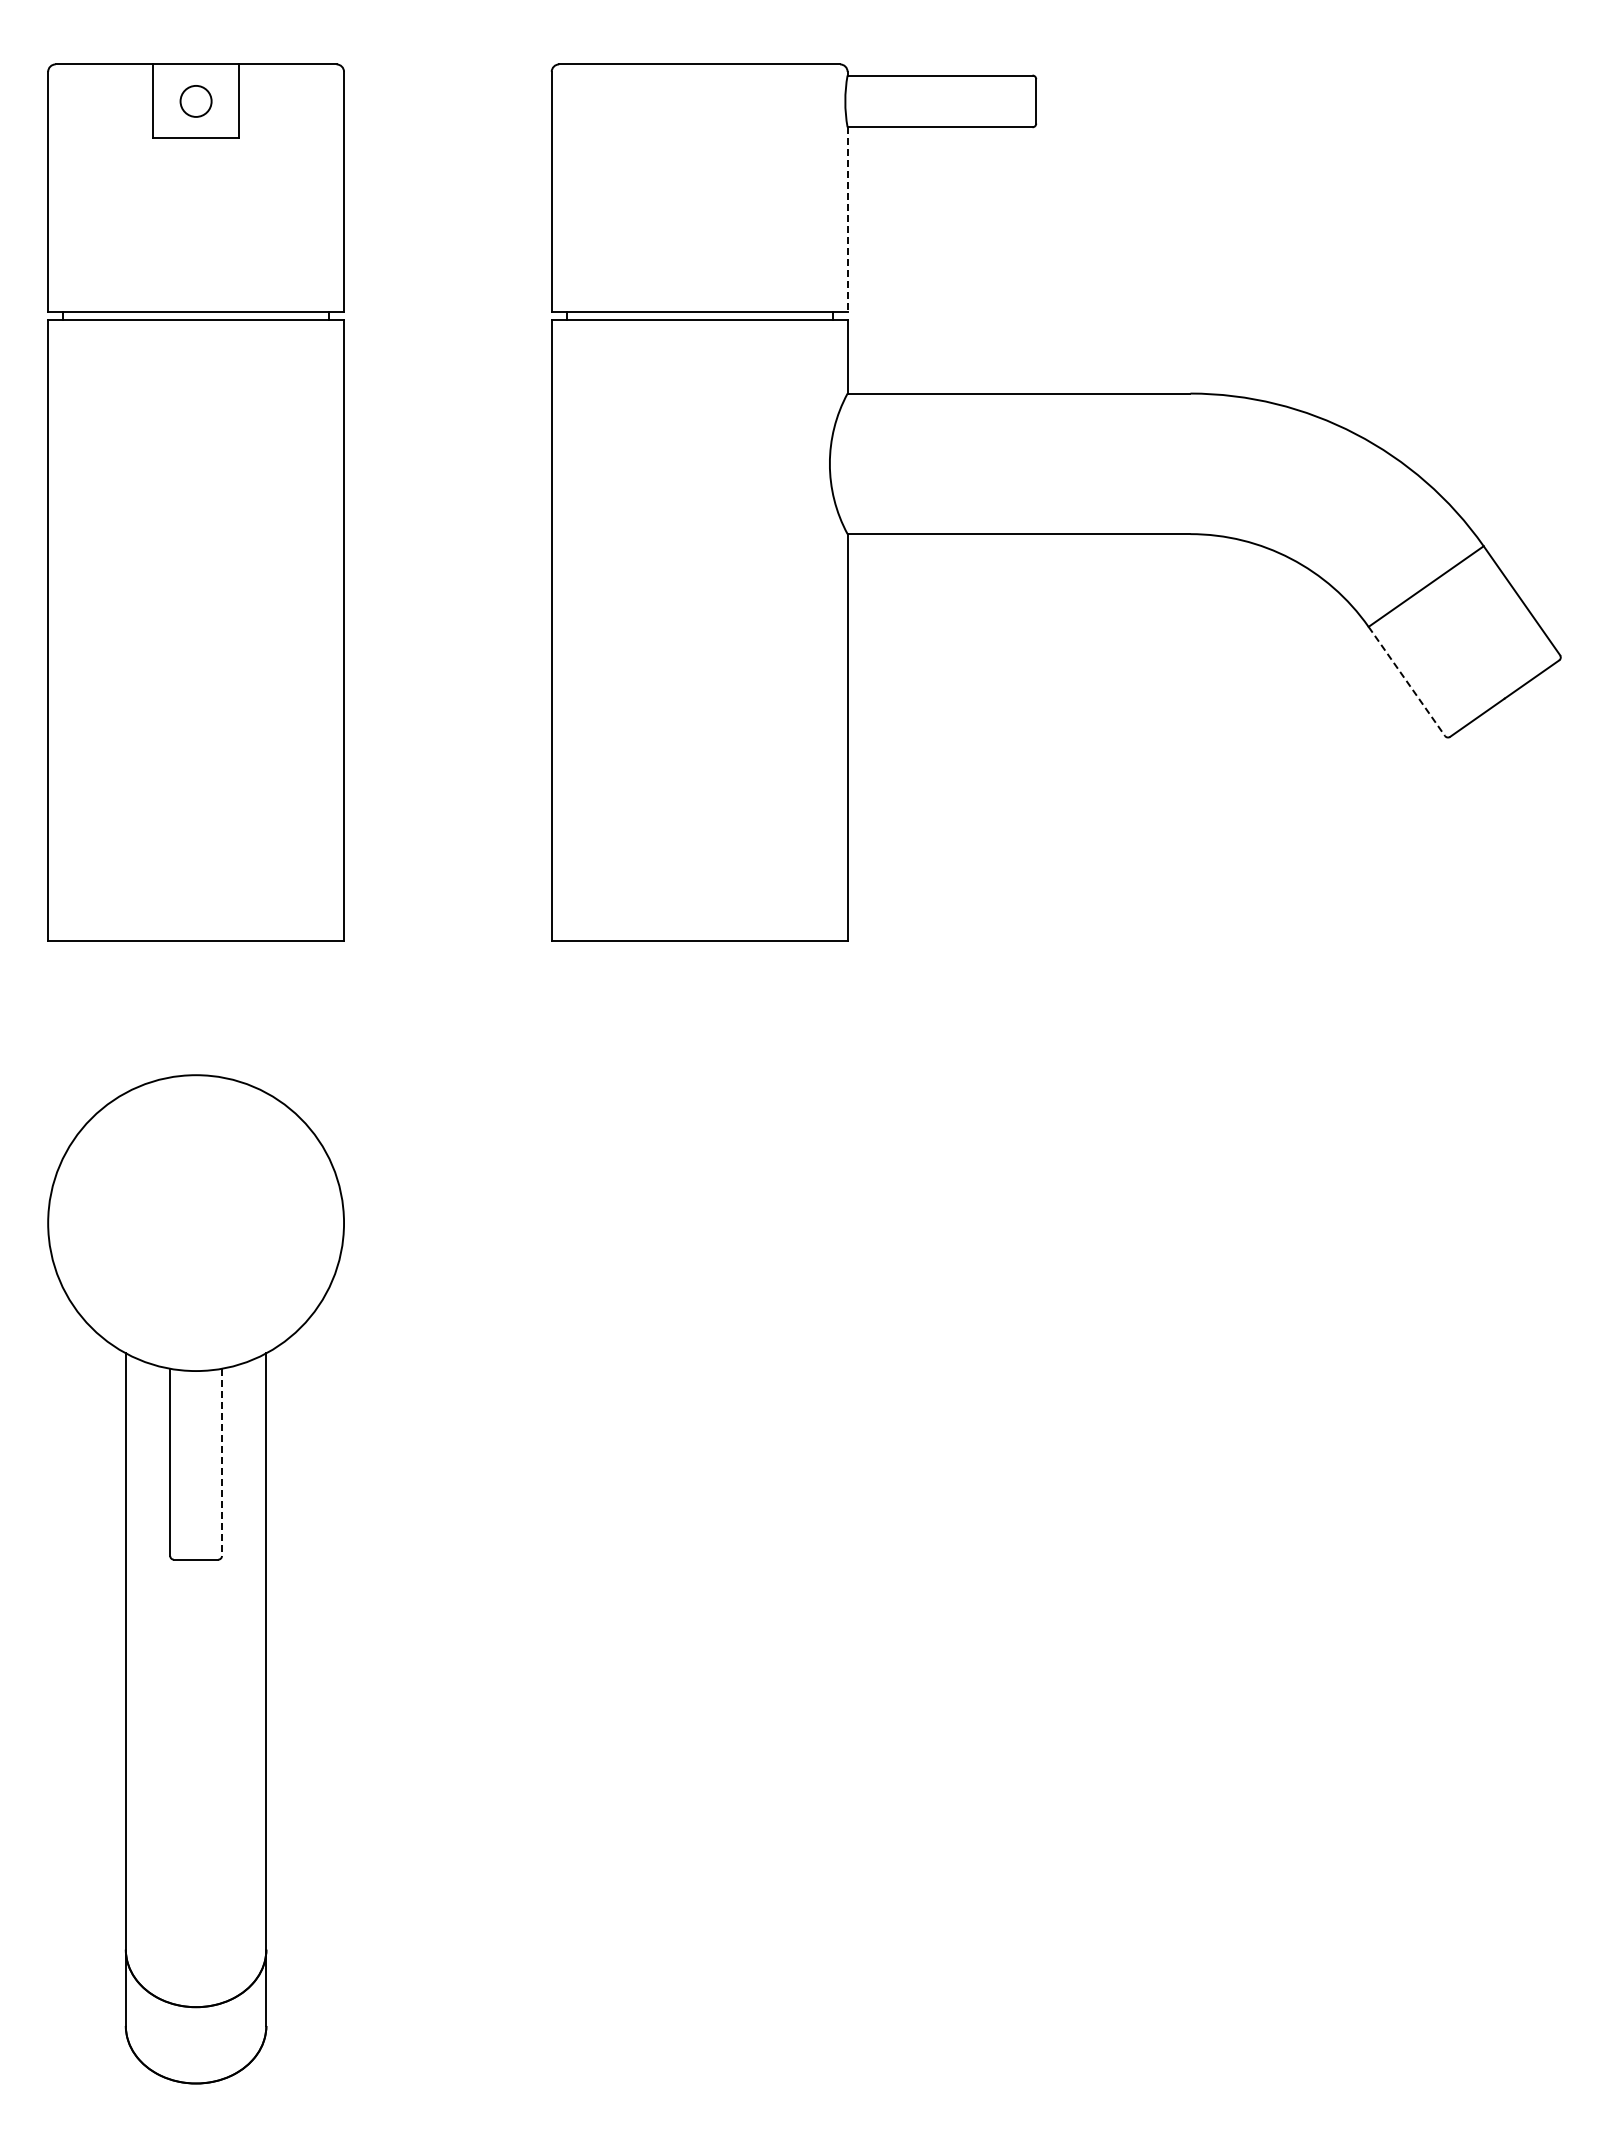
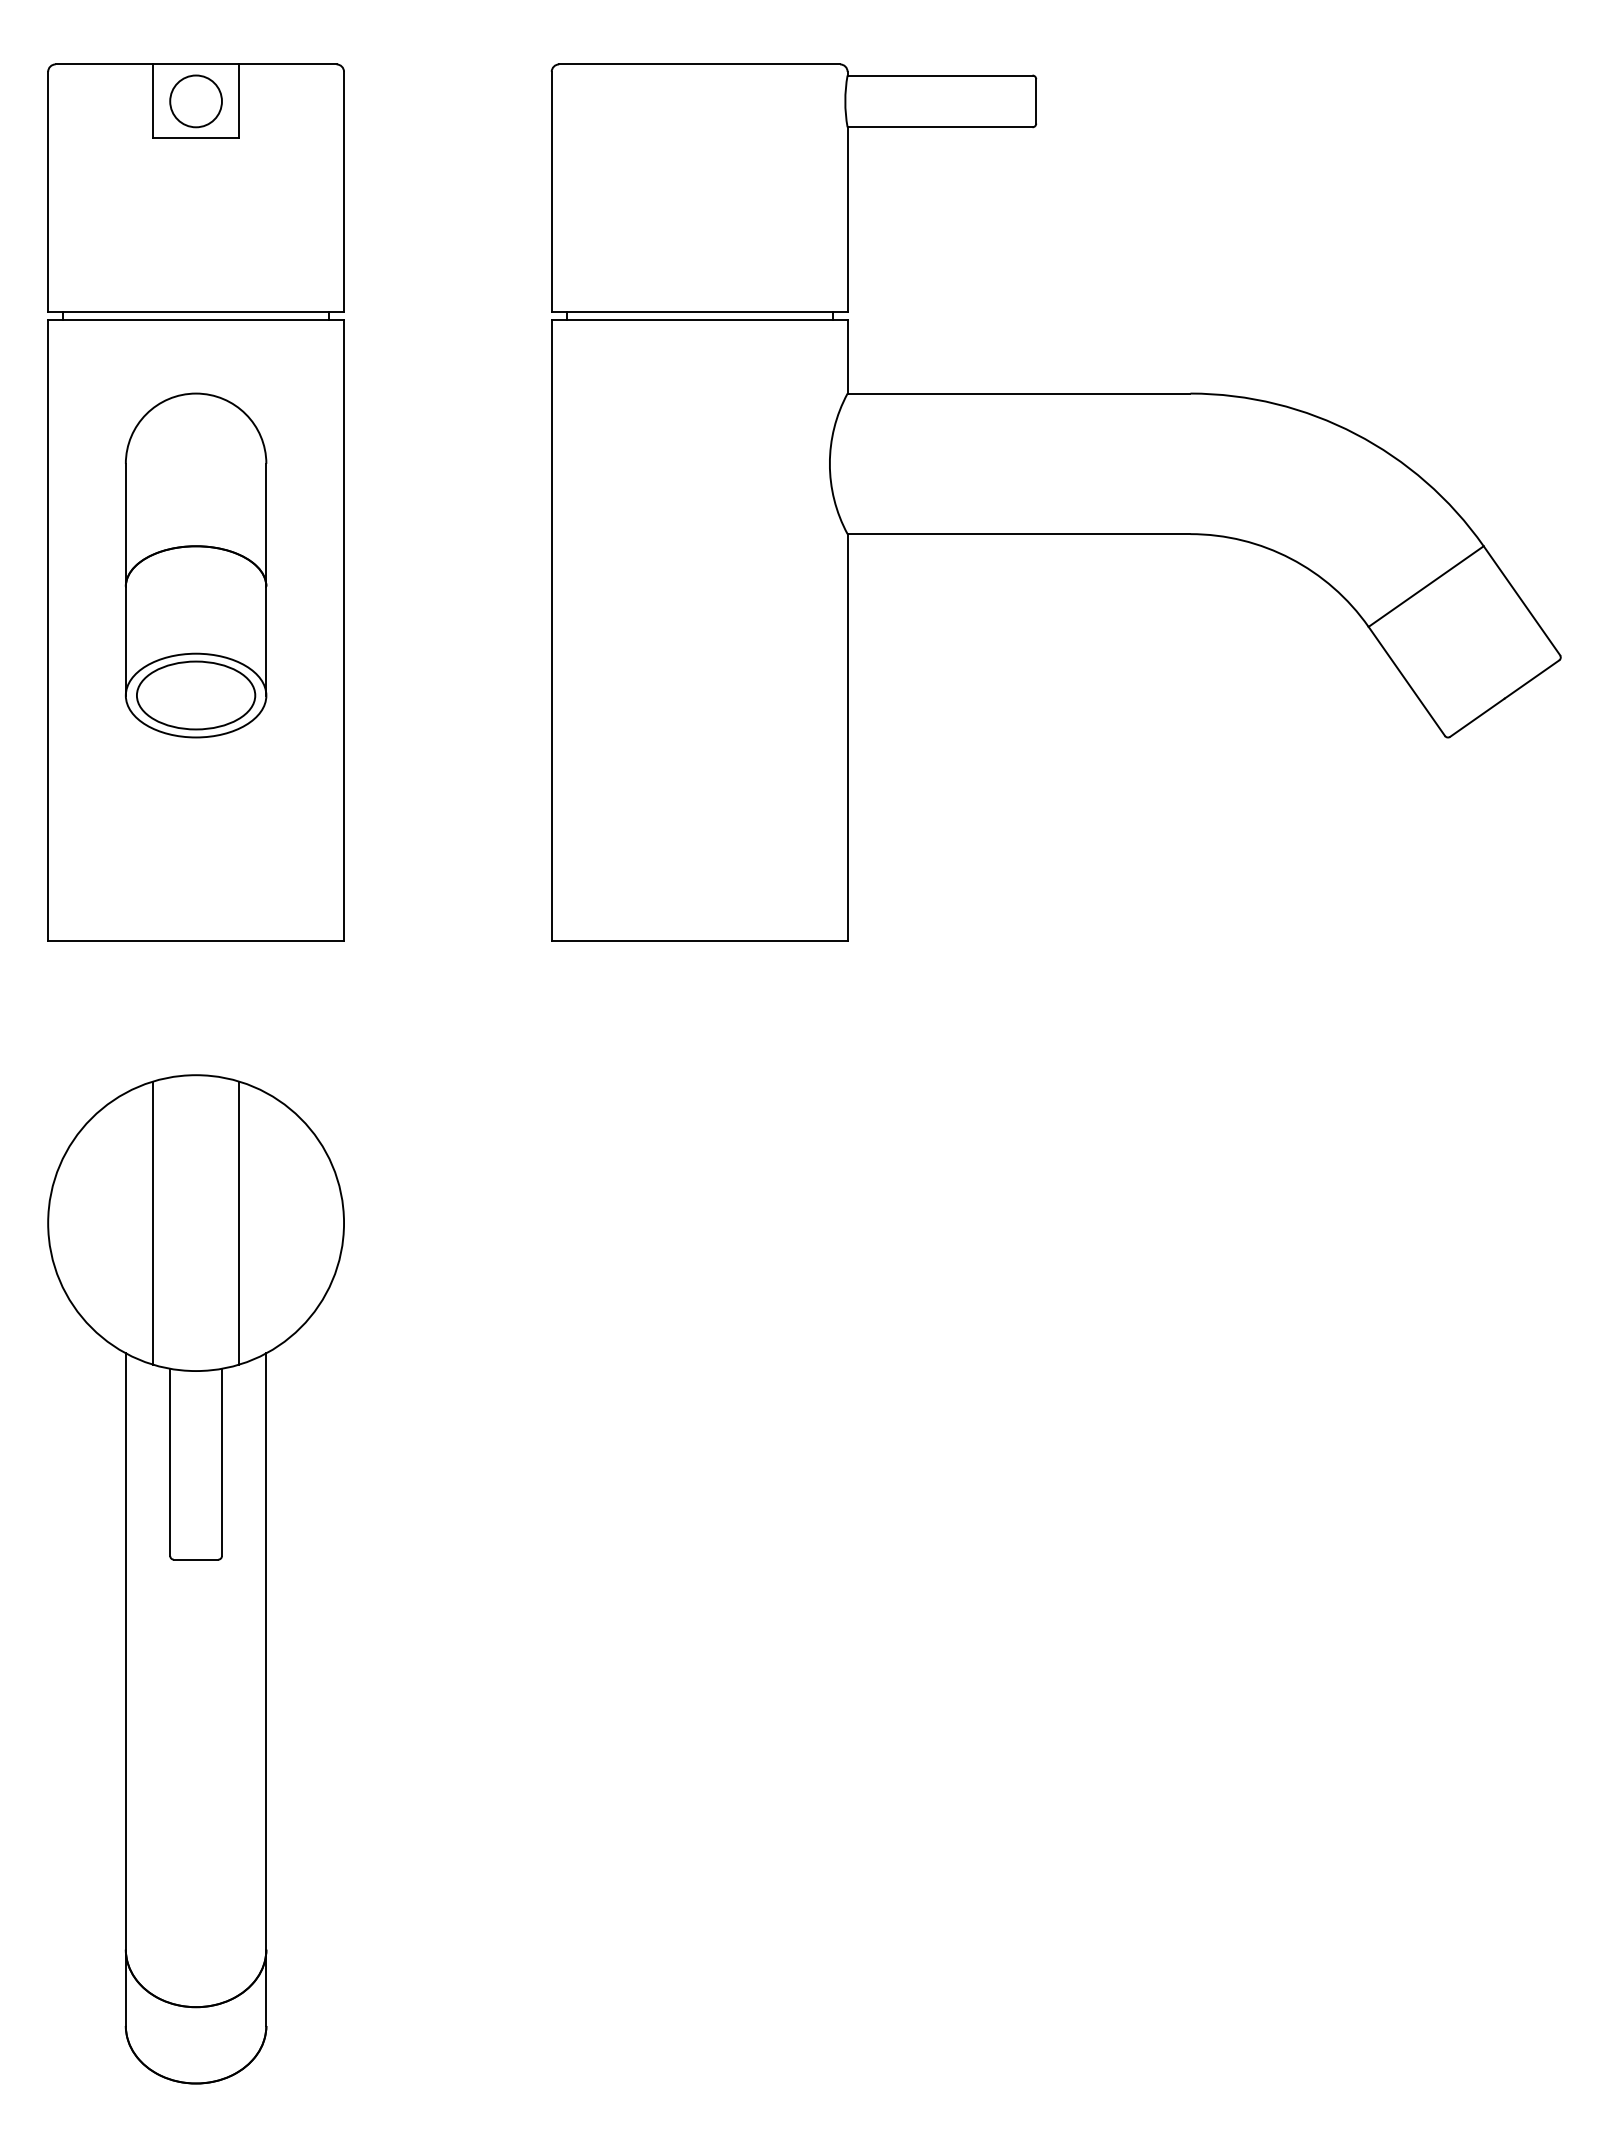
circle at (195, 100) diameter: 31 px -> 52 px
line at (847, 220): dashed -> solid
part at (195, 565): none -> present
line at (1406, 681): dashed -> solid
line at (153, 1222): none -> present
line at (239, 1222): none -> present
line at (221, 1462): dashed -> solid
